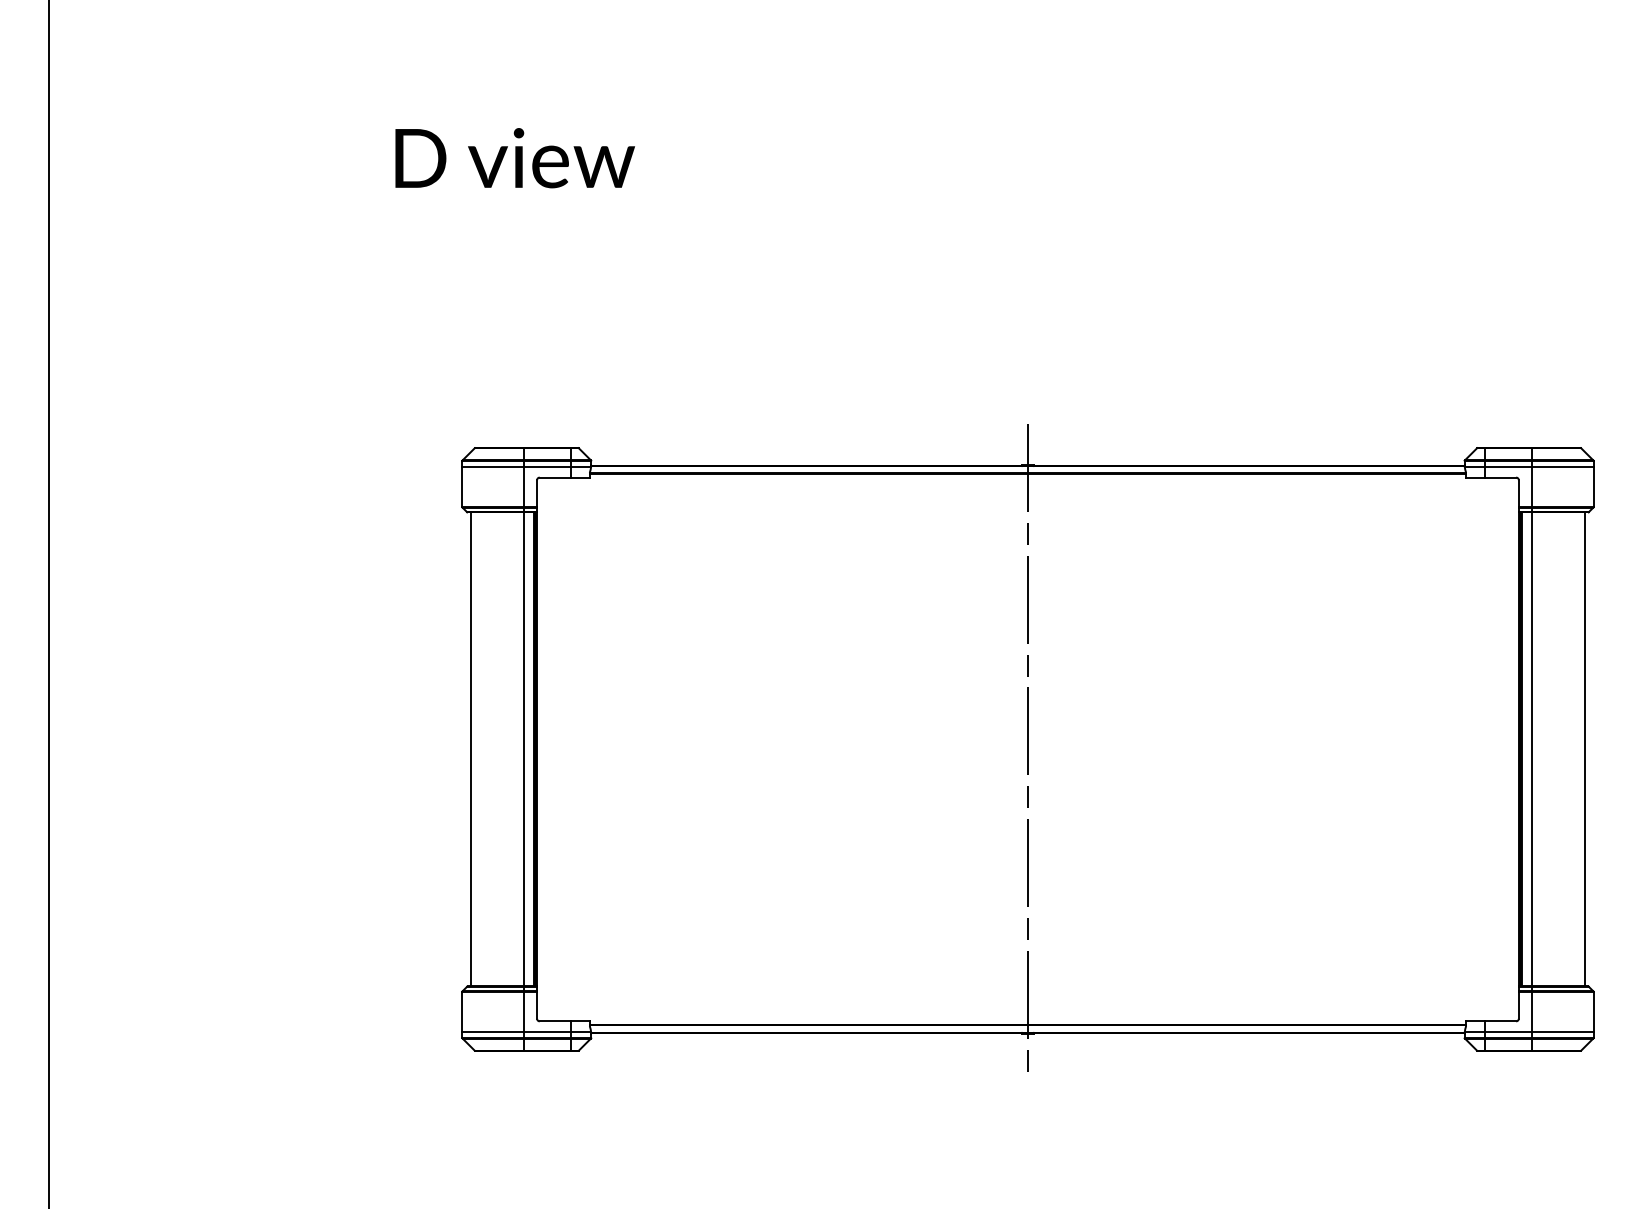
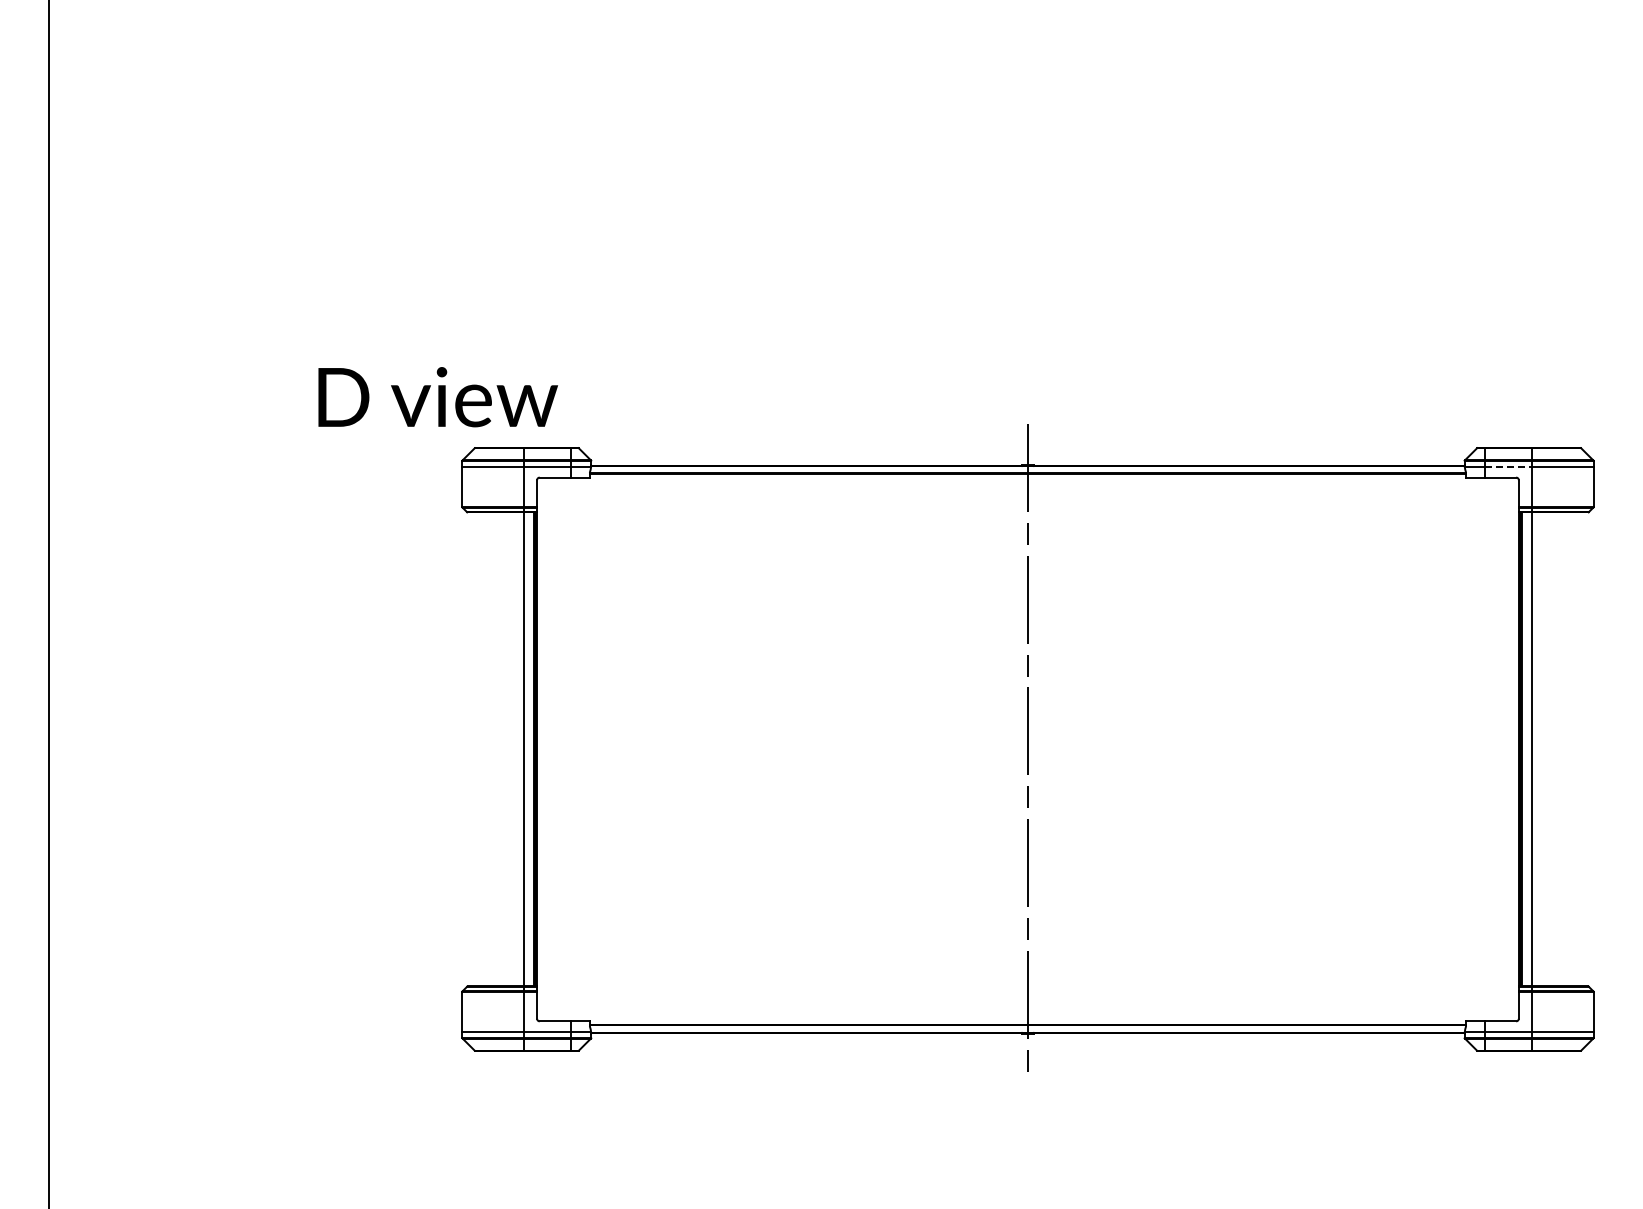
text at (514, 158) position: (514, 158) -> (437, 397)
line at (1508, 467): solid -> dashed
line at (471, 749): present -> none
line at (1584, 749): present -> none
